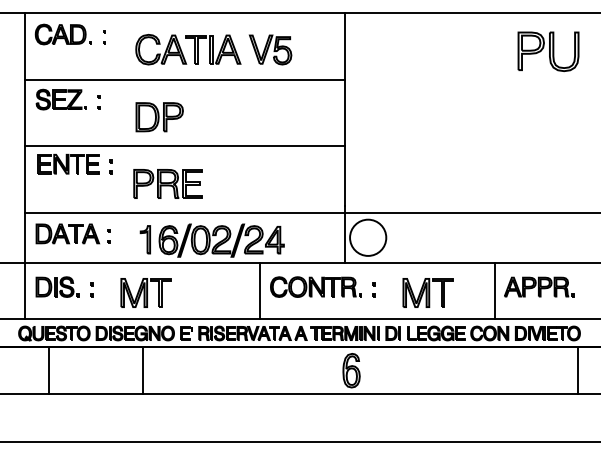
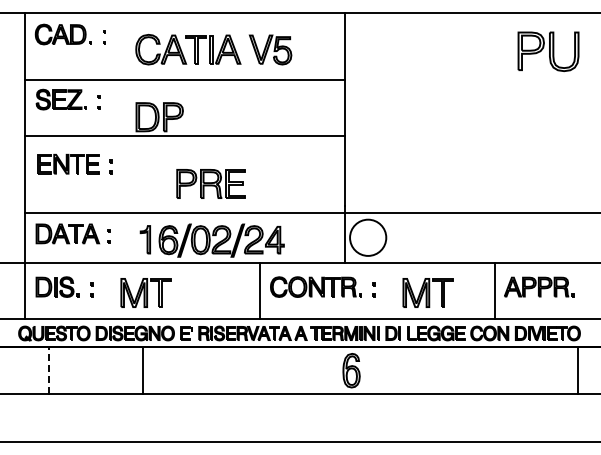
line at (184, 146) position: (184, 146) -> (184, 136)
part at (167, 183) position: (167, 183) -> (210, 183)
line at (48, 370): solid -> dashed
